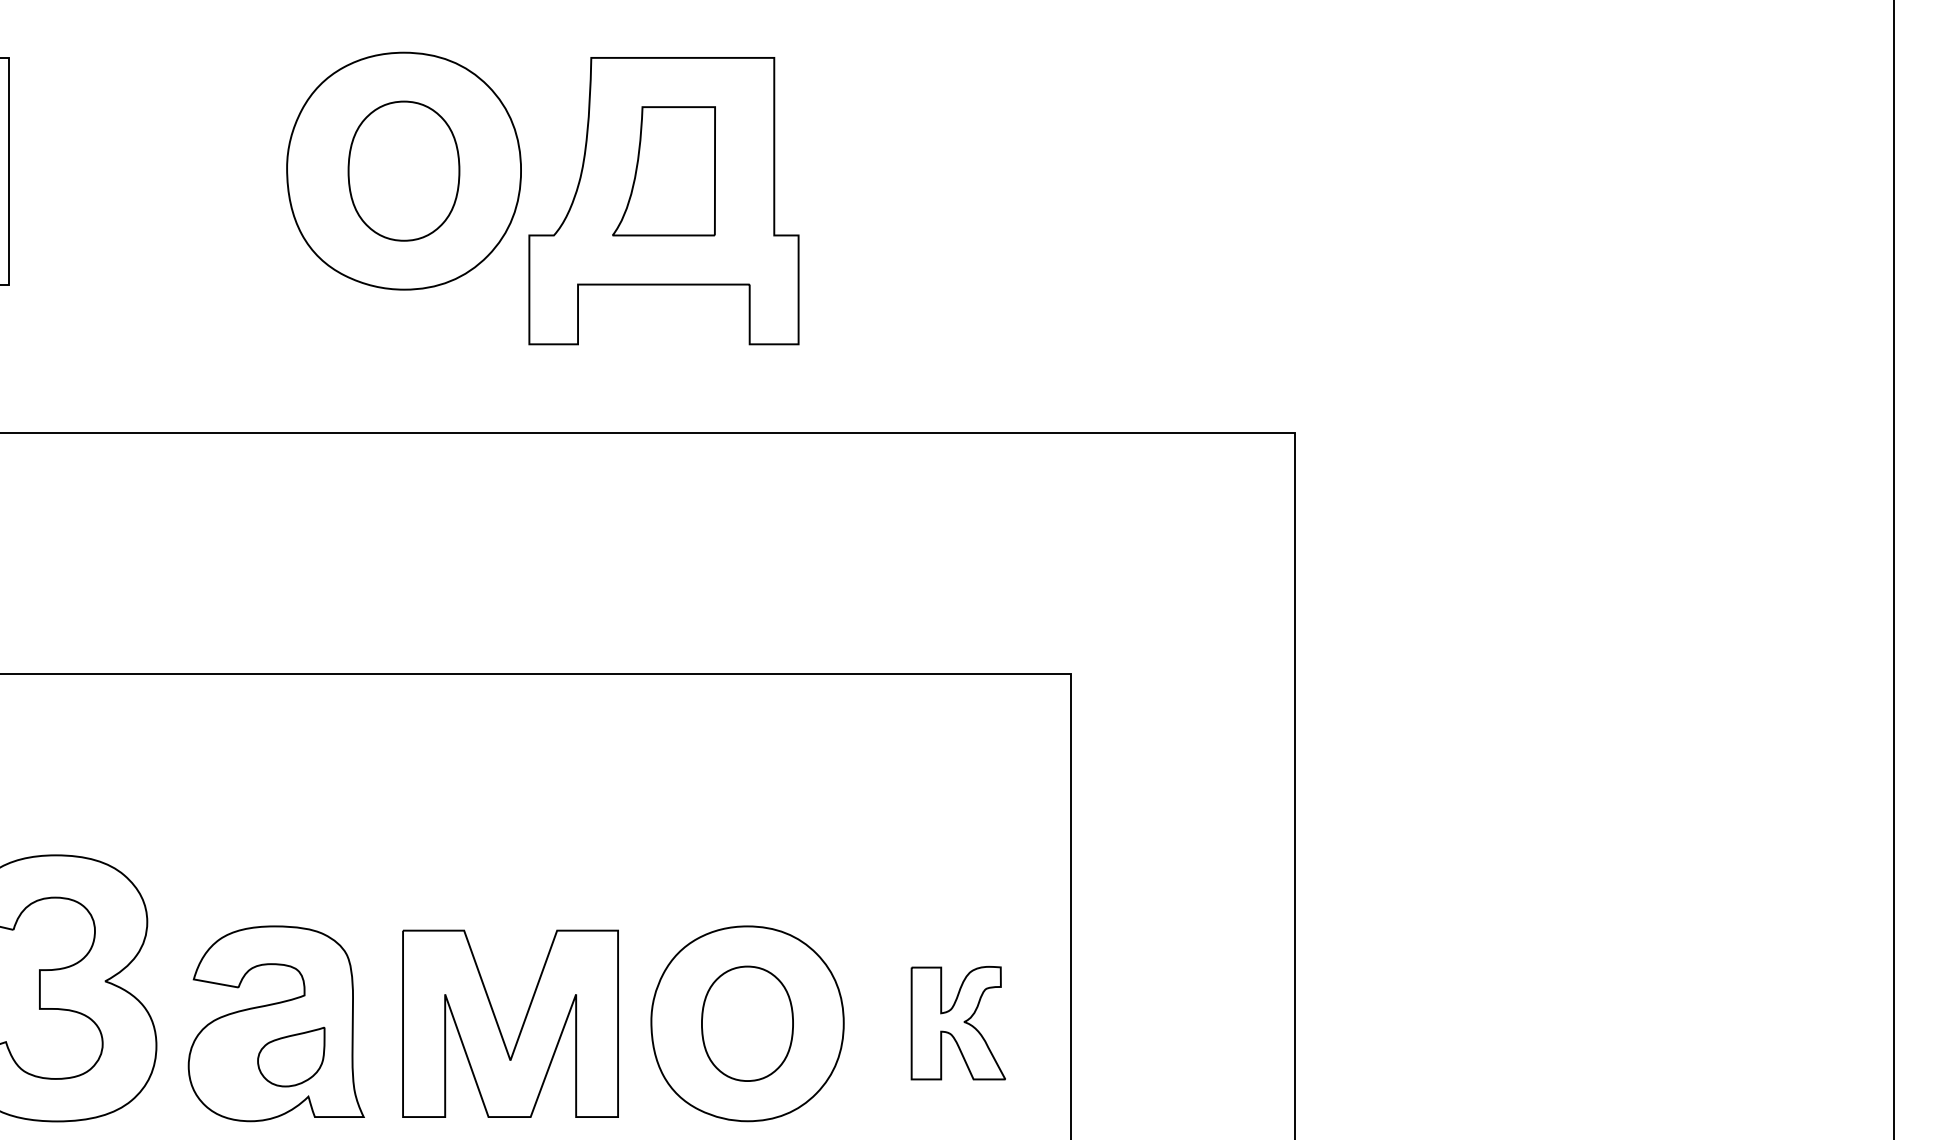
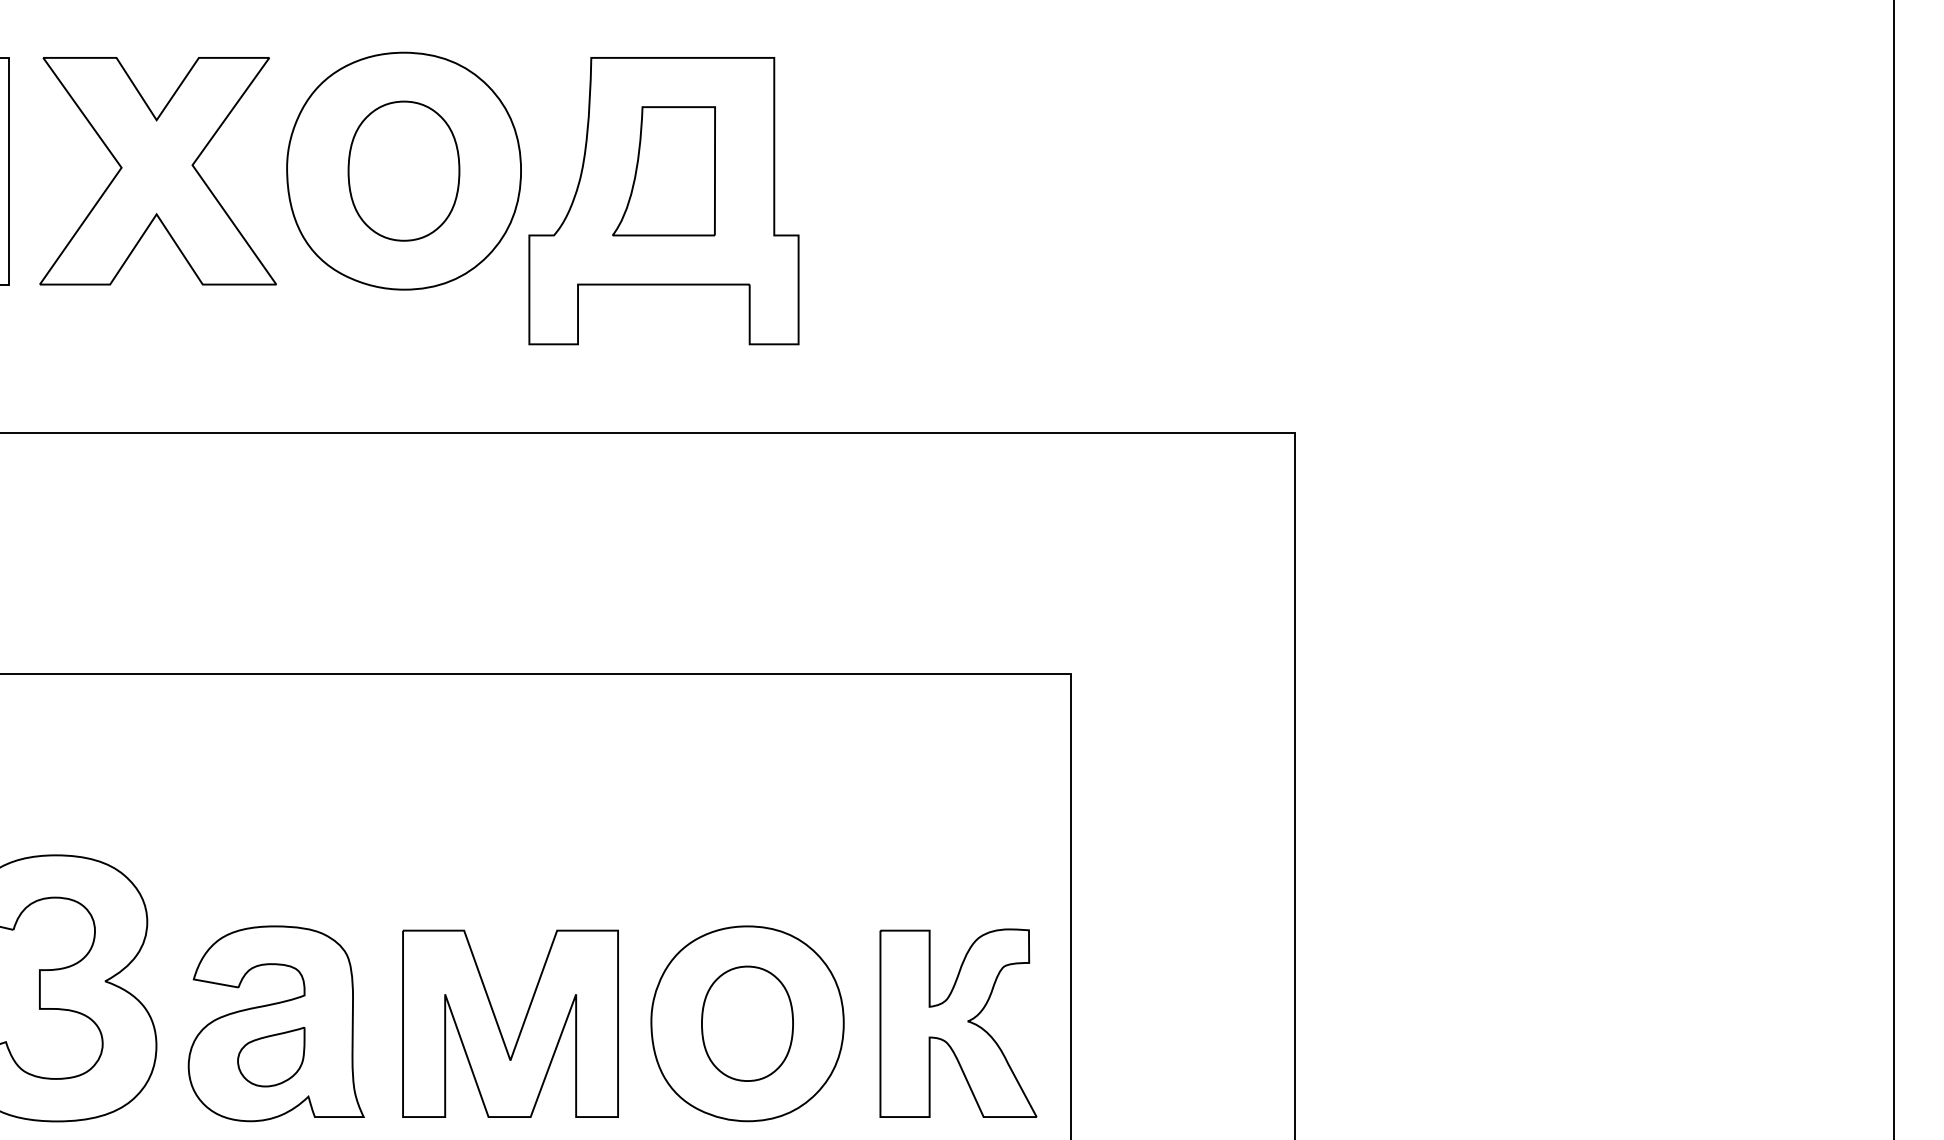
part at (157, 171): none -> present
part at (957, 1023) size: 96x115 px -> 159x190 px
part at (291, 1056) position: (291, 1056) -> (271, 1056)
